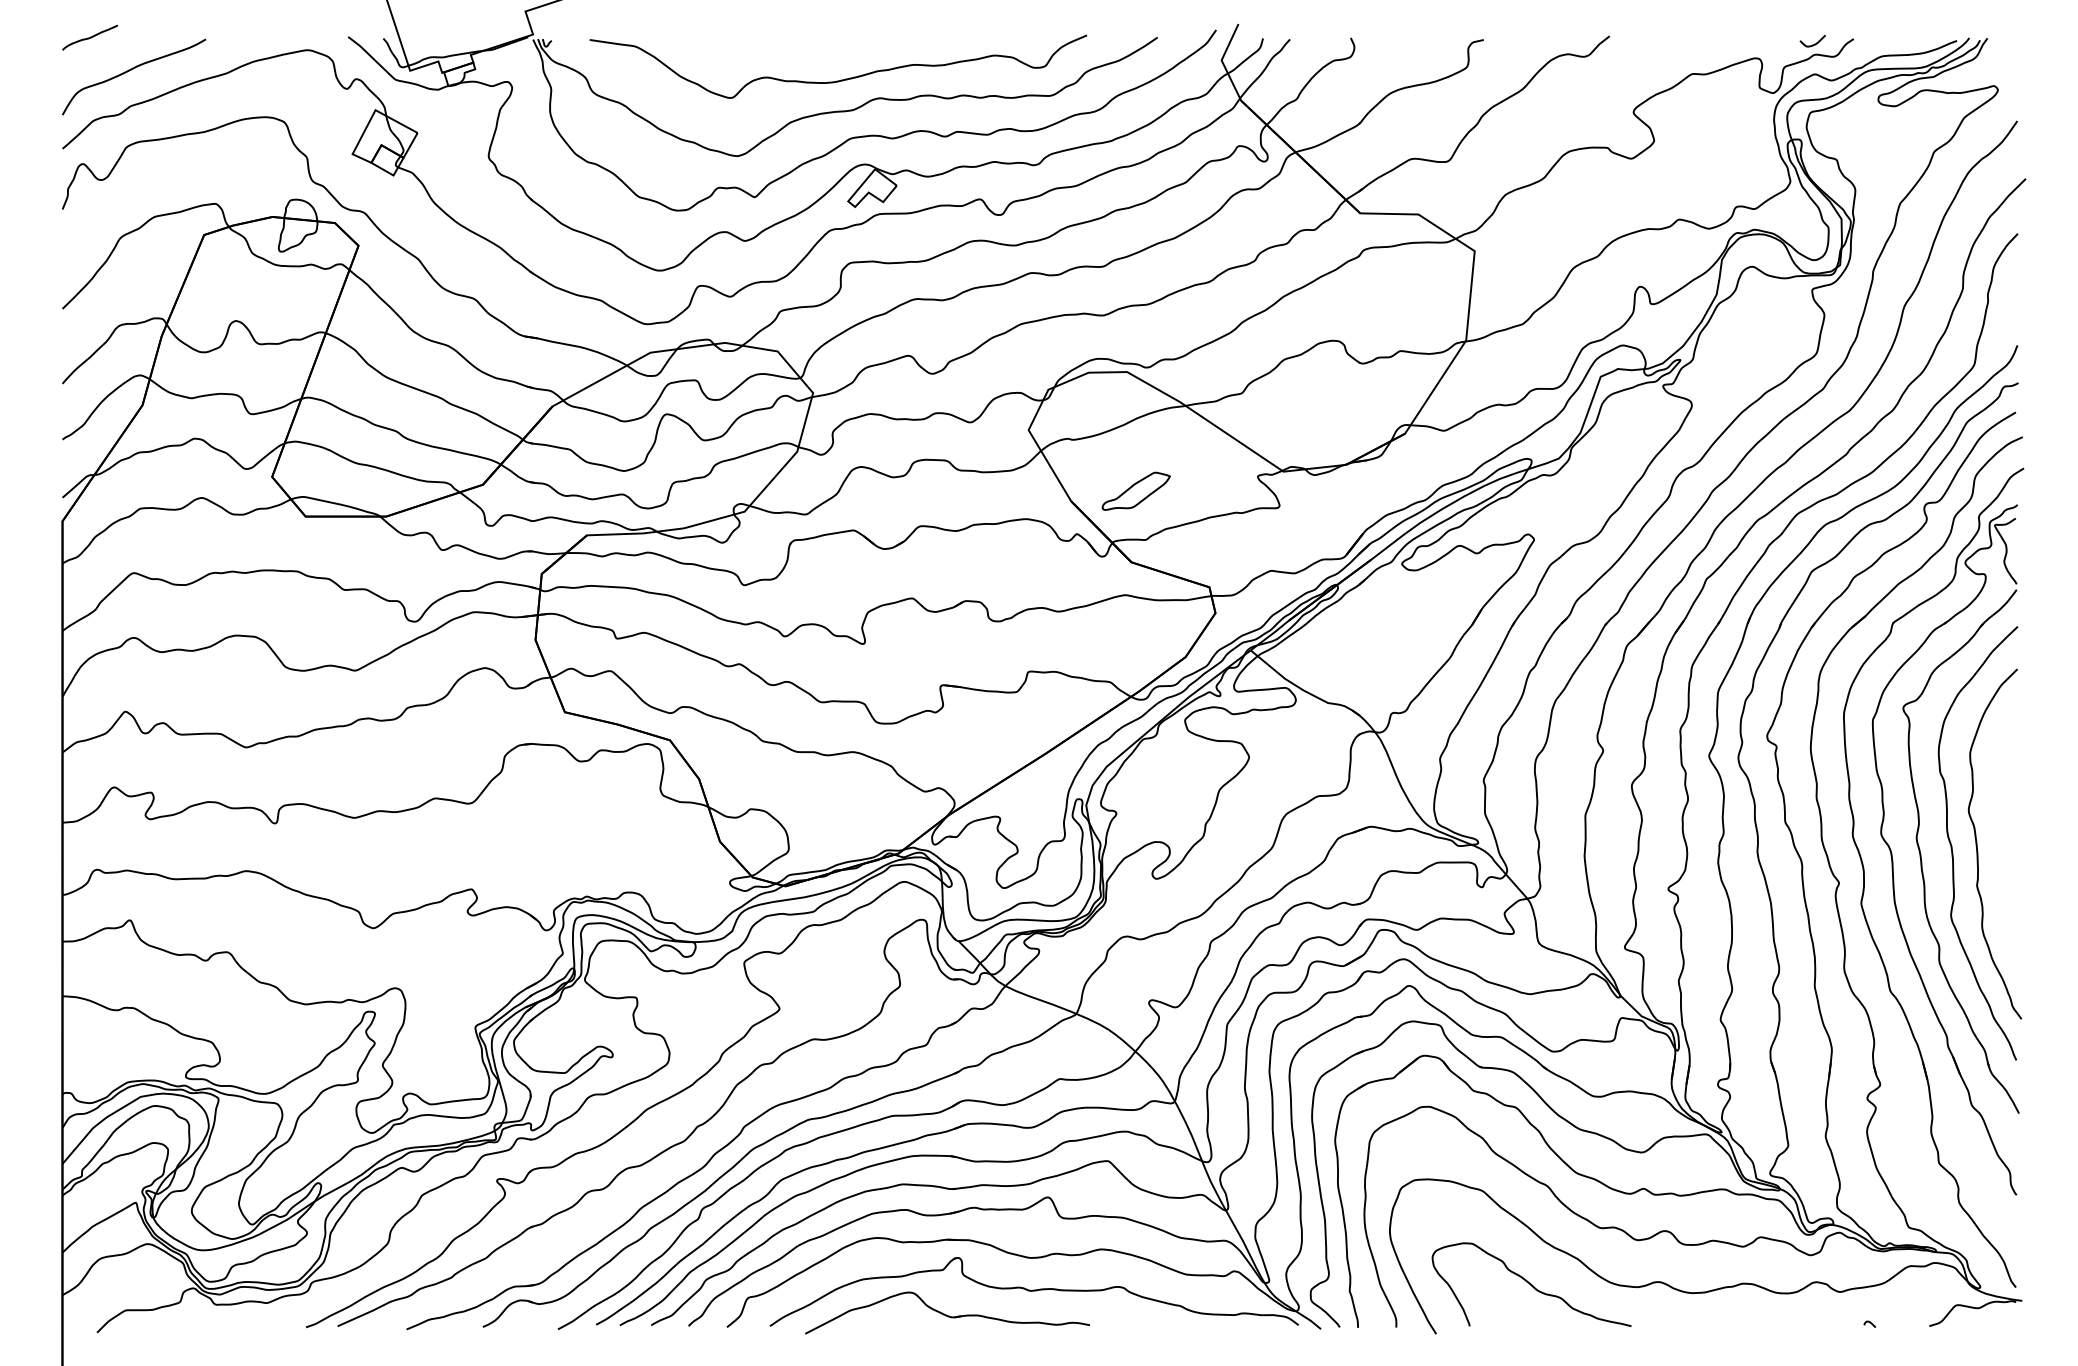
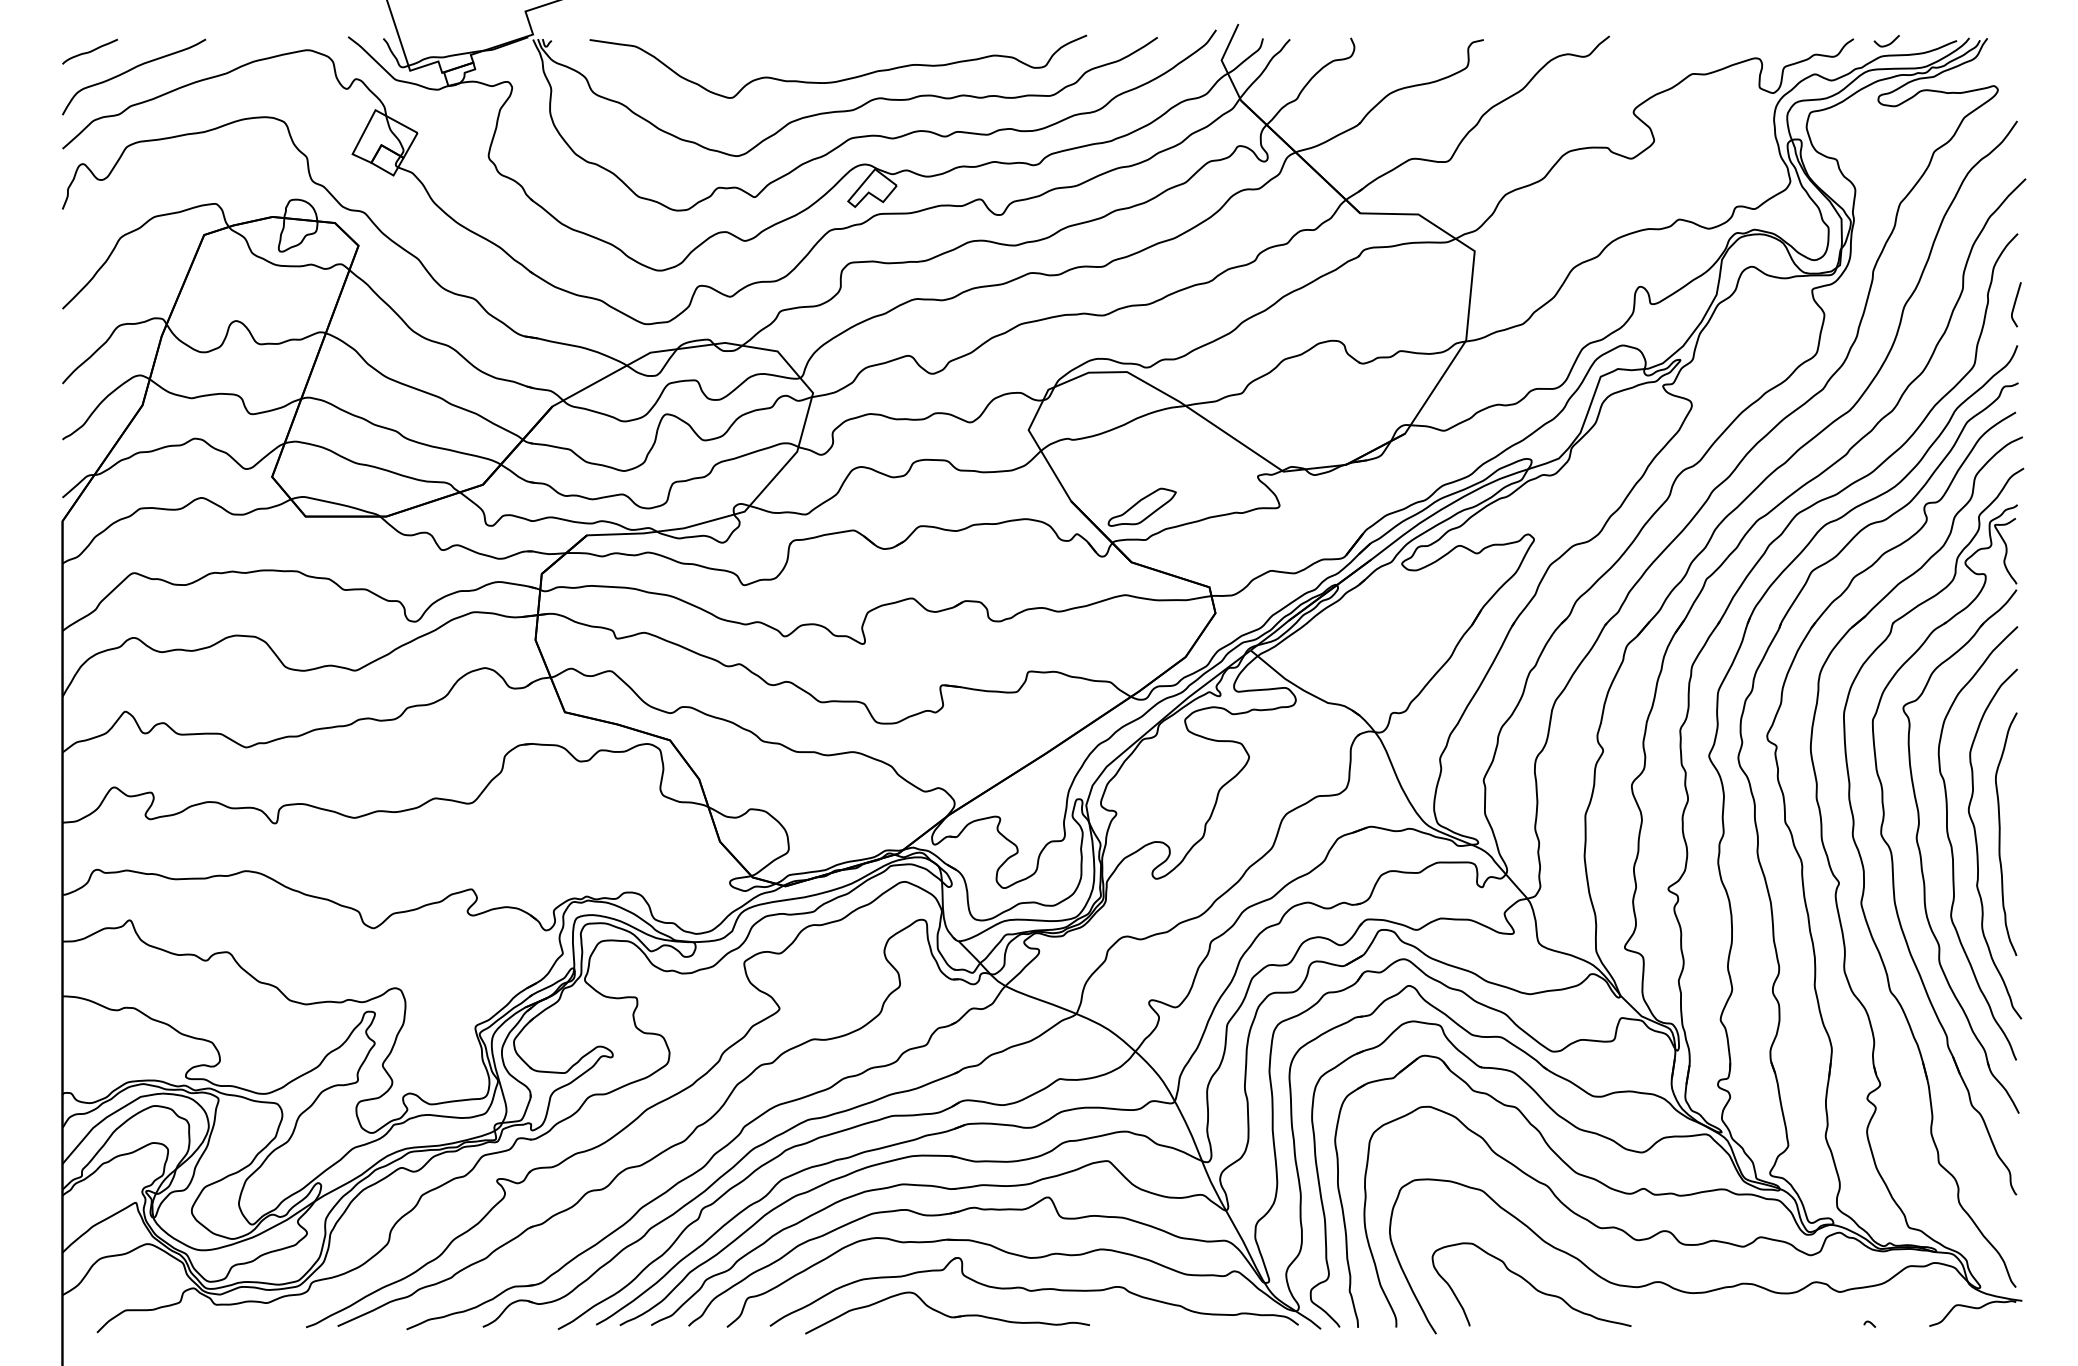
curve at (89, 37) position: (89, 37) -> (89, 51)
curve at (1814, 43) position: (1814, 43) -> (1888, 43)
curve at (2015, 304): none -> present
part at (1135, 490) position: (1135, 490) -> (1141, 506)
curve at (2000, 833): none -> present
